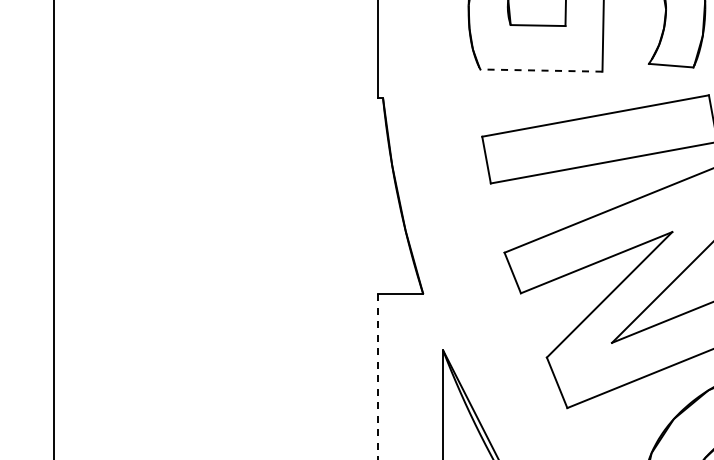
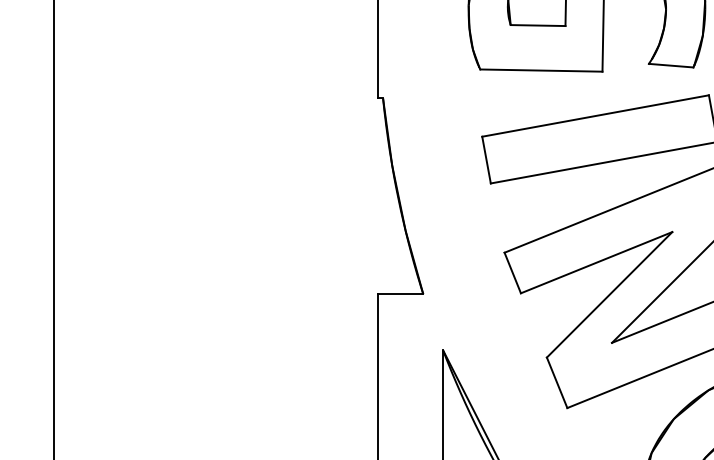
line at (540, 70): dashed -> solid
line at (378, 377): dashed -> solid
